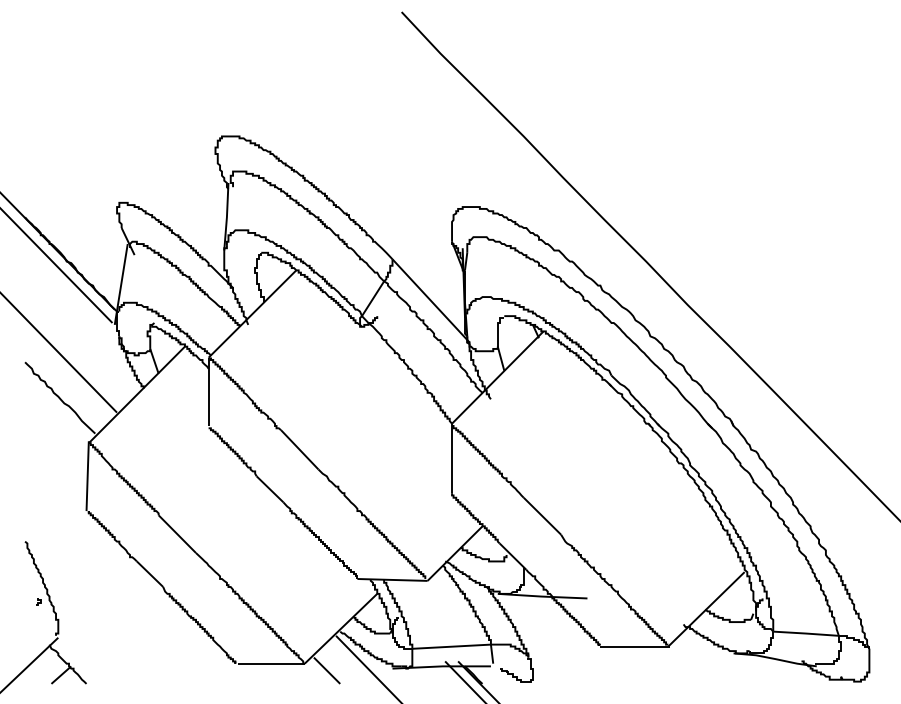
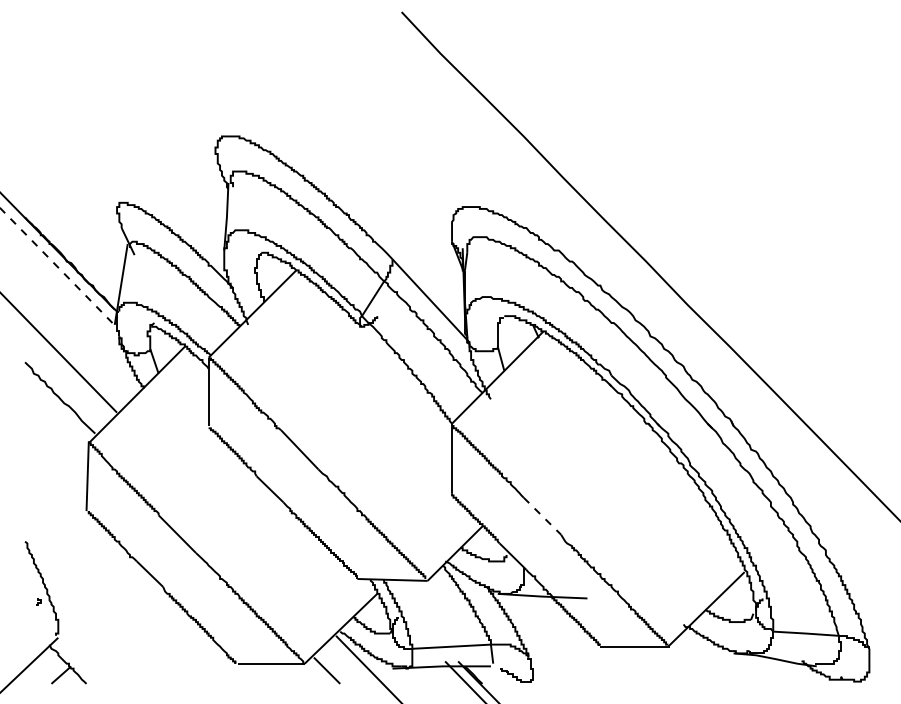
line at (55, 265): solid -> dashed
line at (542, 516): solid -> dashed
